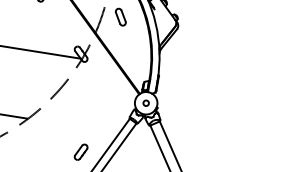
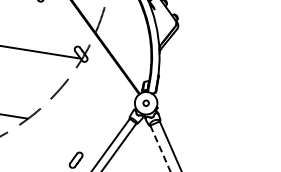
part at (120, 16): present -> none
line at (160, 148): solid -> dashed
part at (80, 151) position: (80, 151) -> (75, 159)
